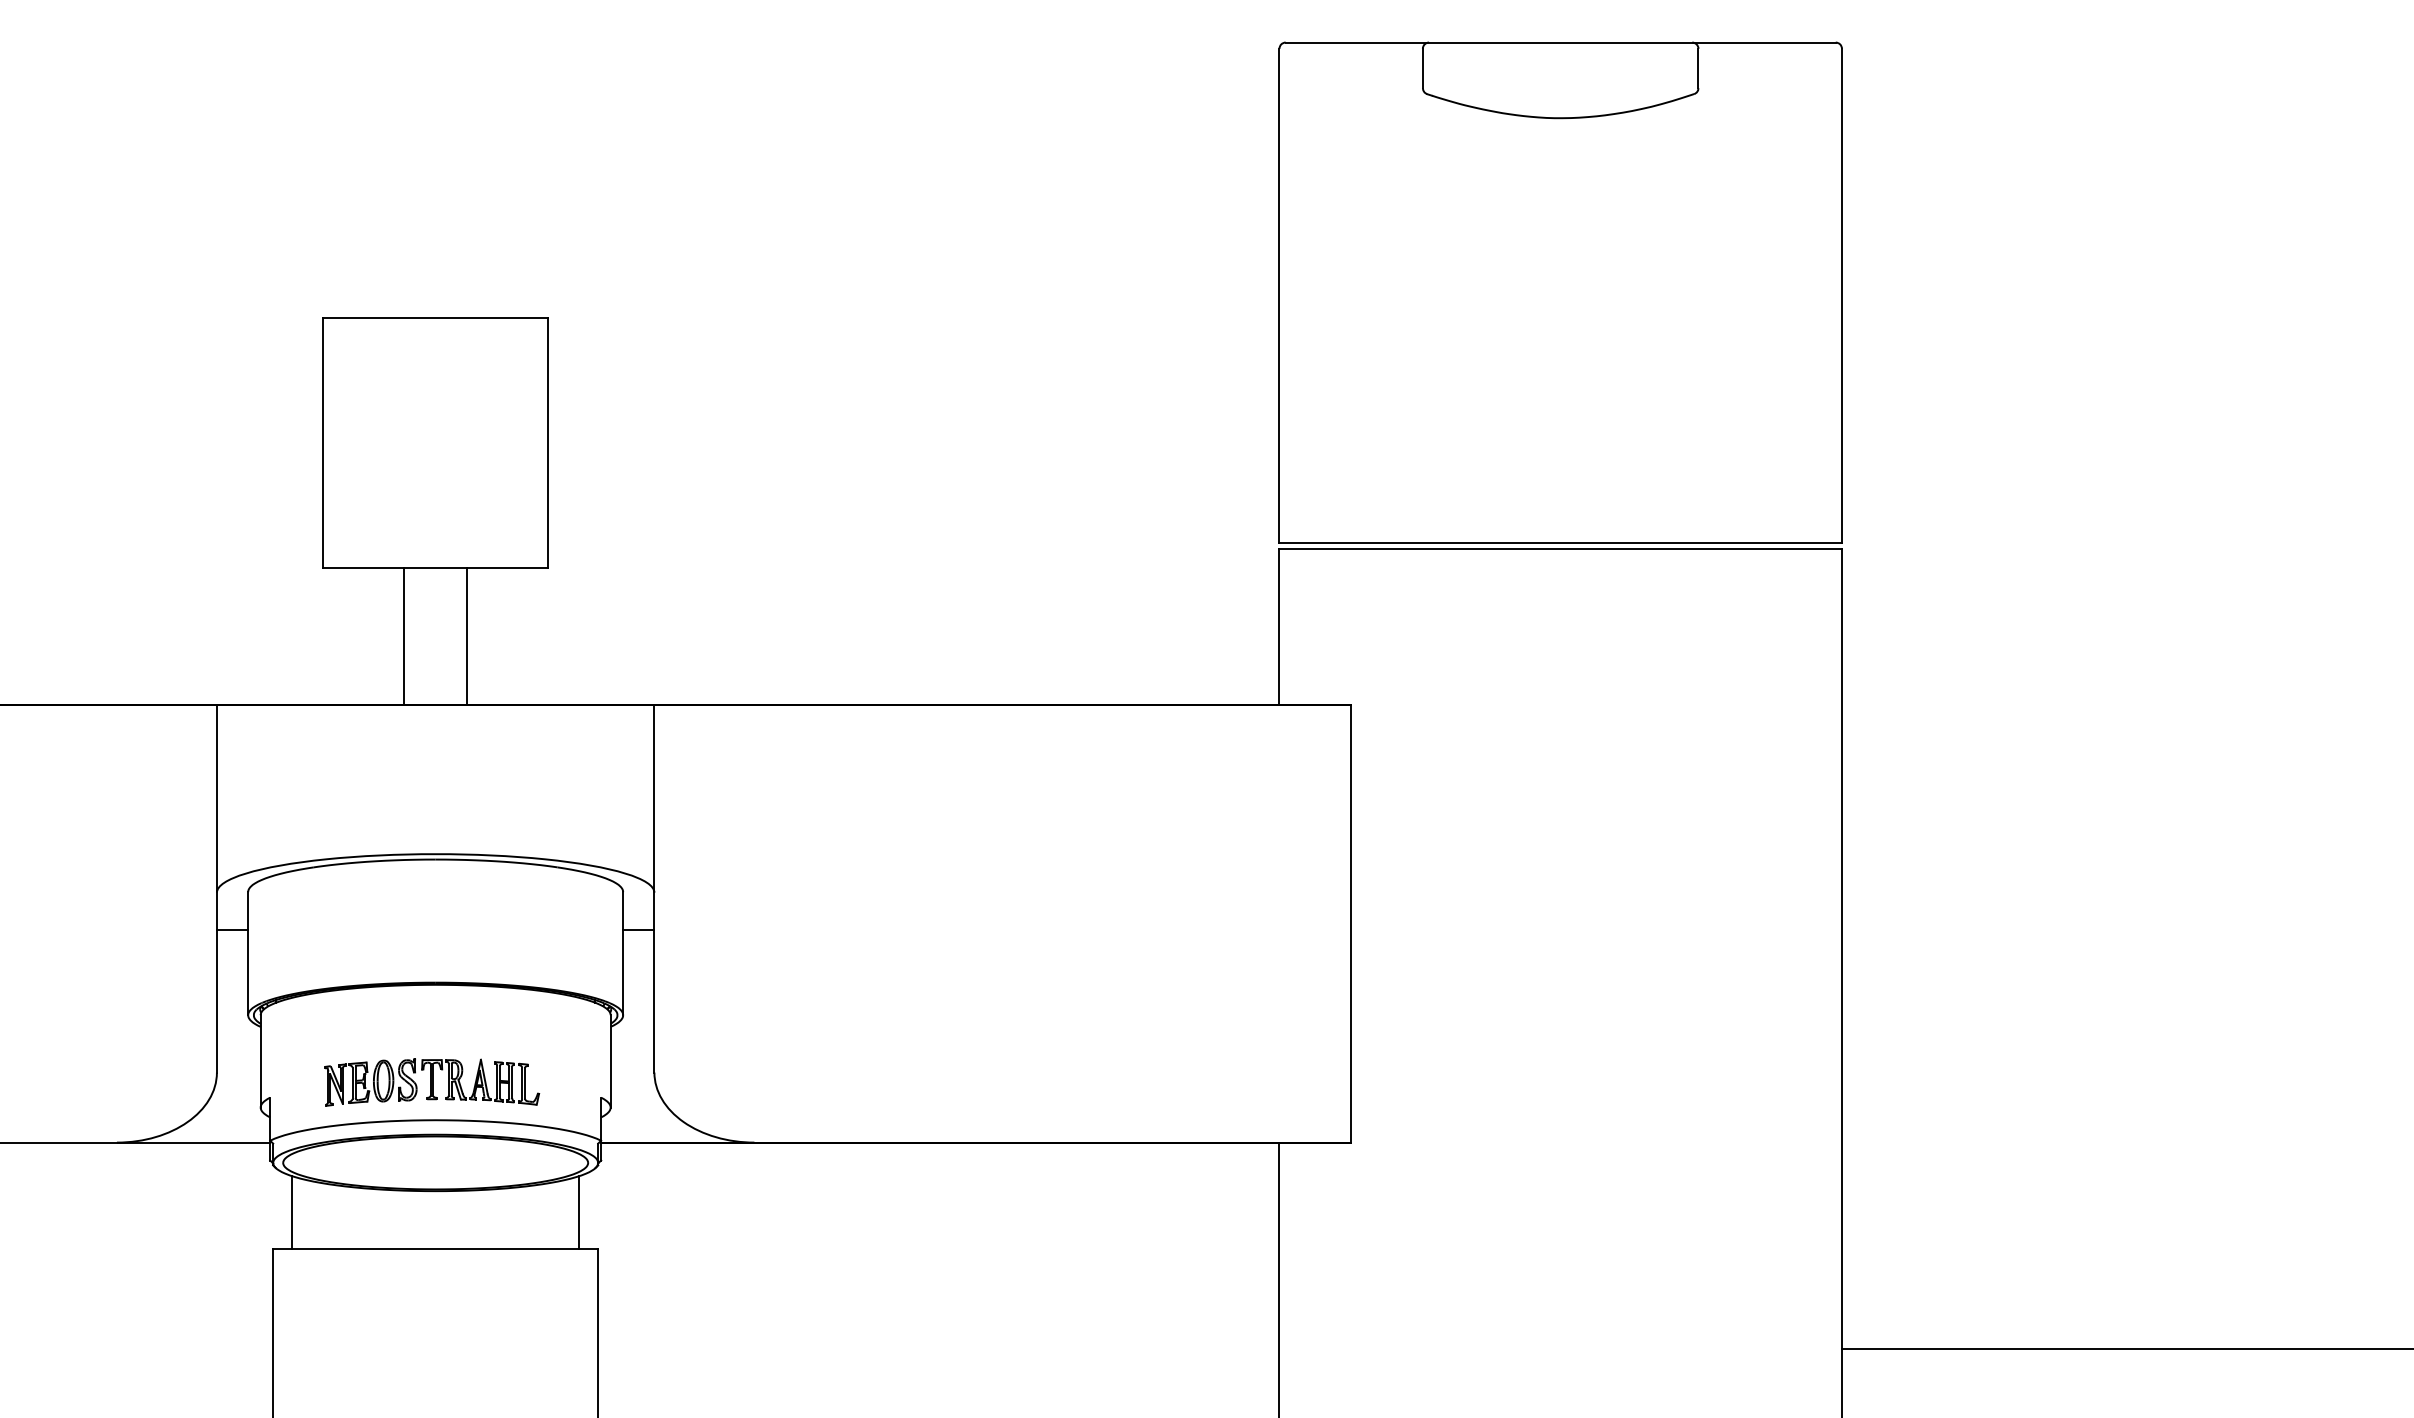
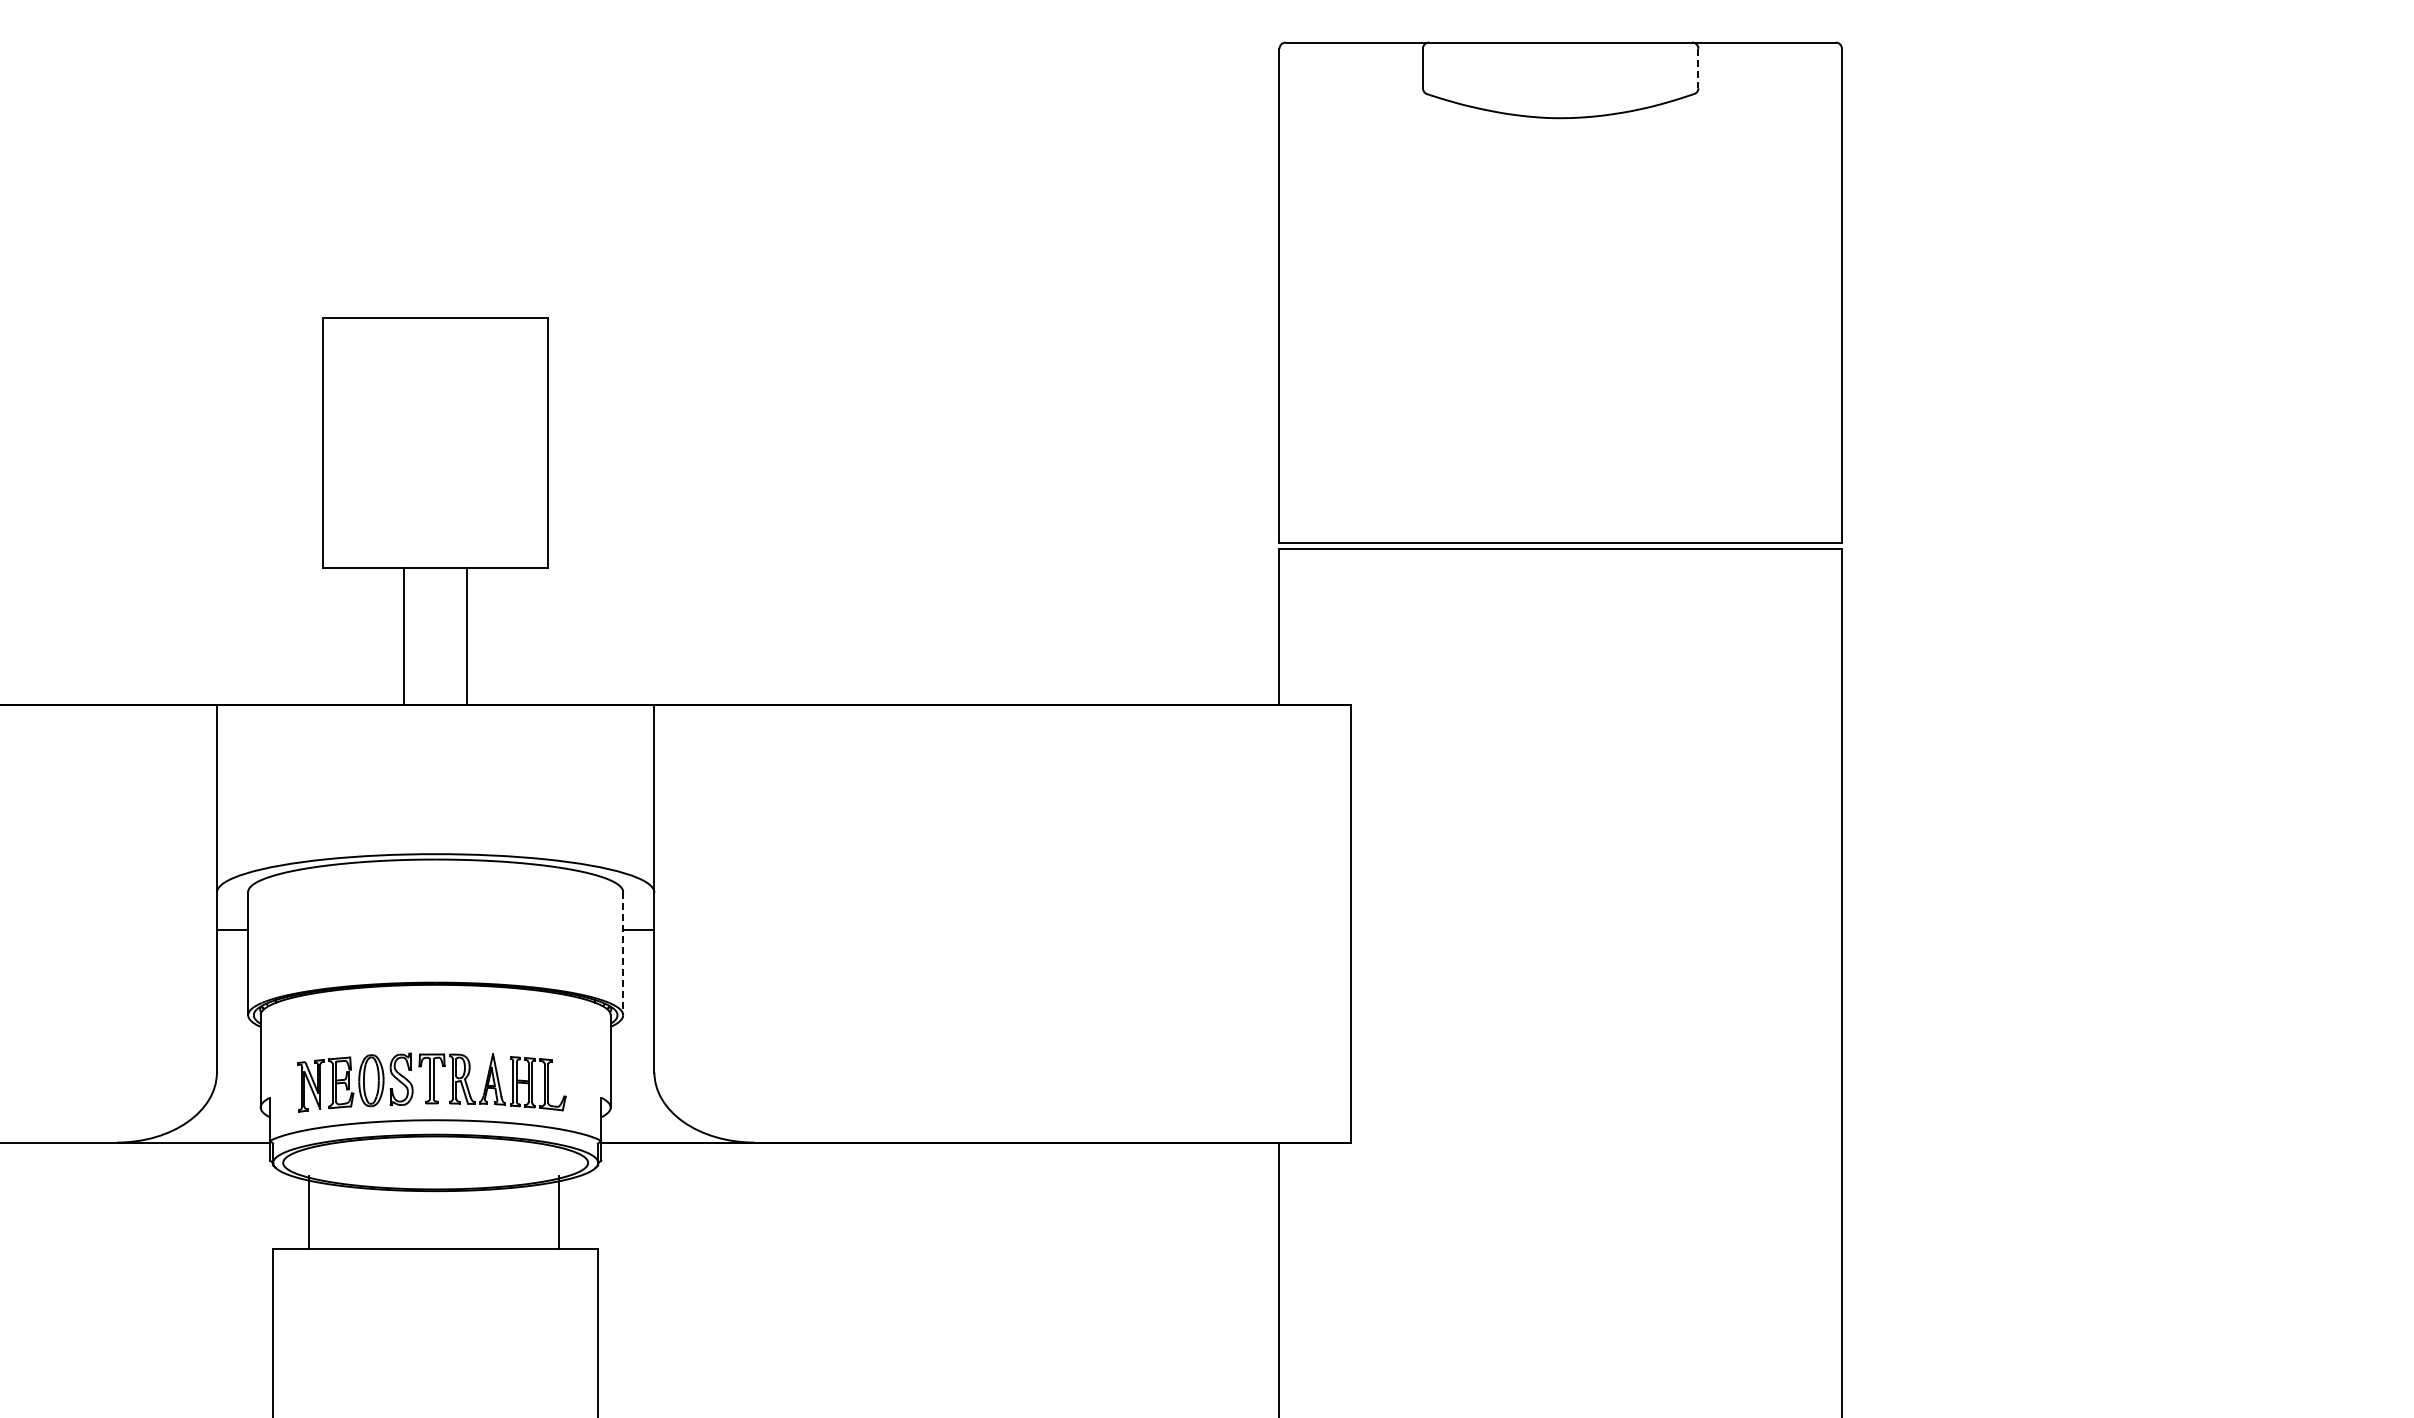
line at (1698, 68): solid -> dashed
line at (623, 953): solid -> dashed
part at (432, 1082) size: 217x49 px -> 270x61 px
line at (291, 1211) position: (291, 1211) -> (308, 1211)
line at (579, 1211) position: (579, 1211) -> (559, 1211)
line at (2125, 1348): present -> none
